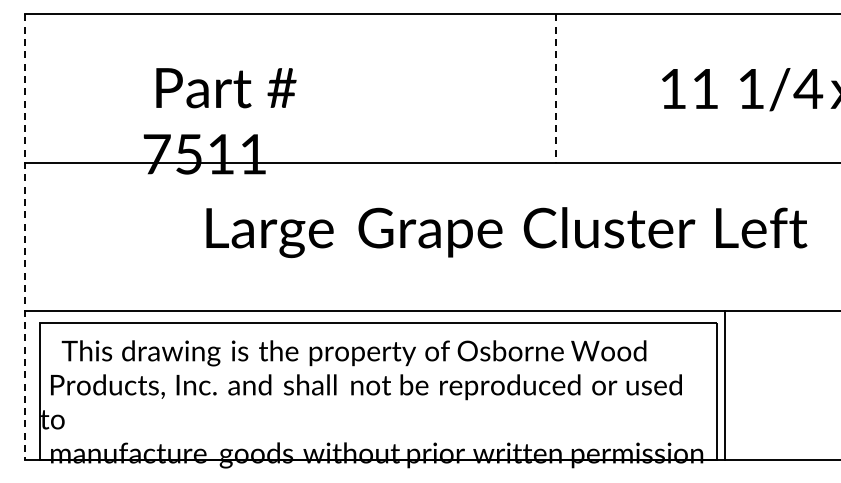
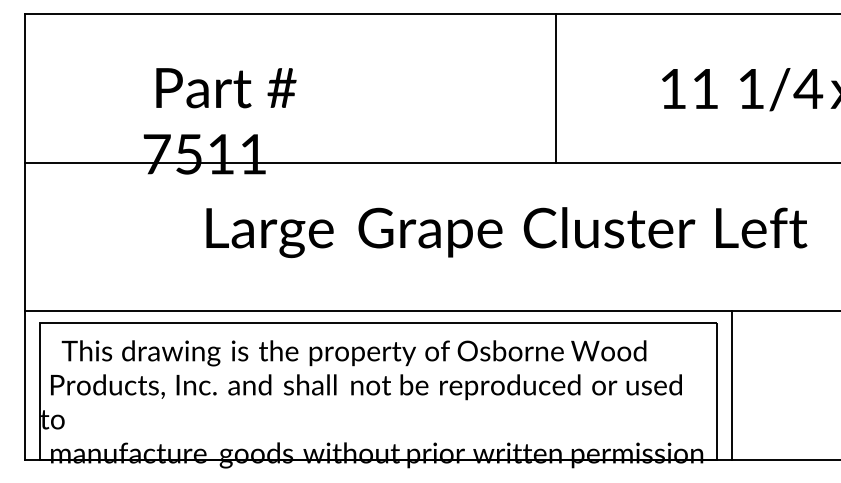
line at (555, 89): dashed -> solid
line at (25, 237): dashed -> solid
line at (724, 385) position: (724, 385) -> (731, 385)
